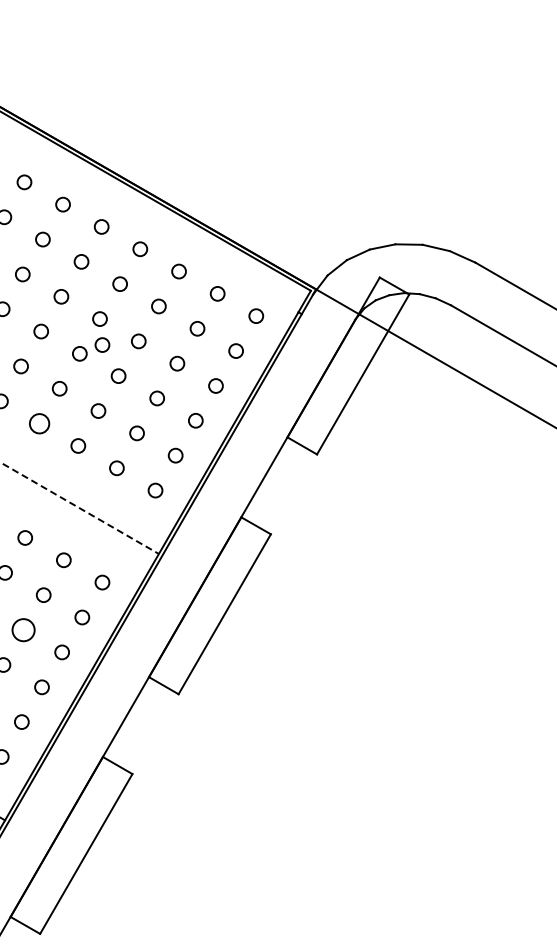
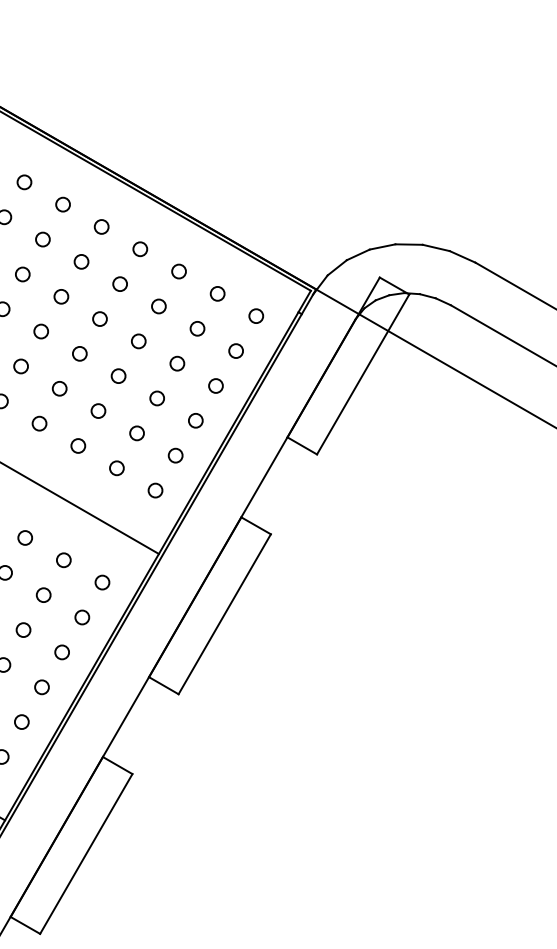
circle at (102, 344): present -> none
circle at (39, 423) size: 22x22 px -> 17x17 px
line at (80, 508): dashed -> solid
circle at (23, 630) size: 25x25 px -> 17x16 px
